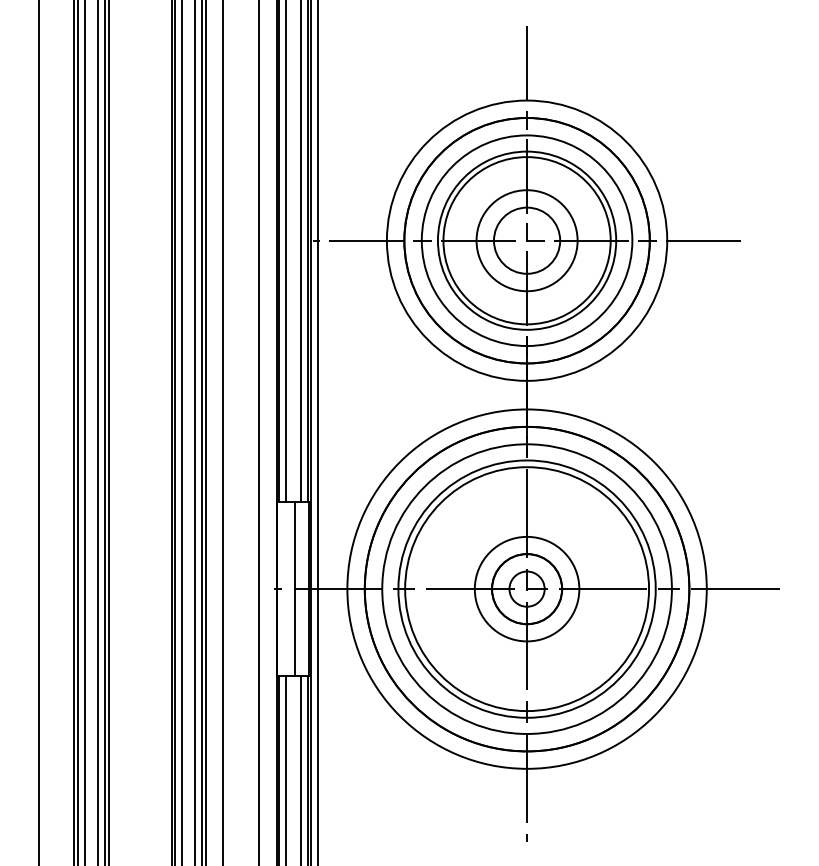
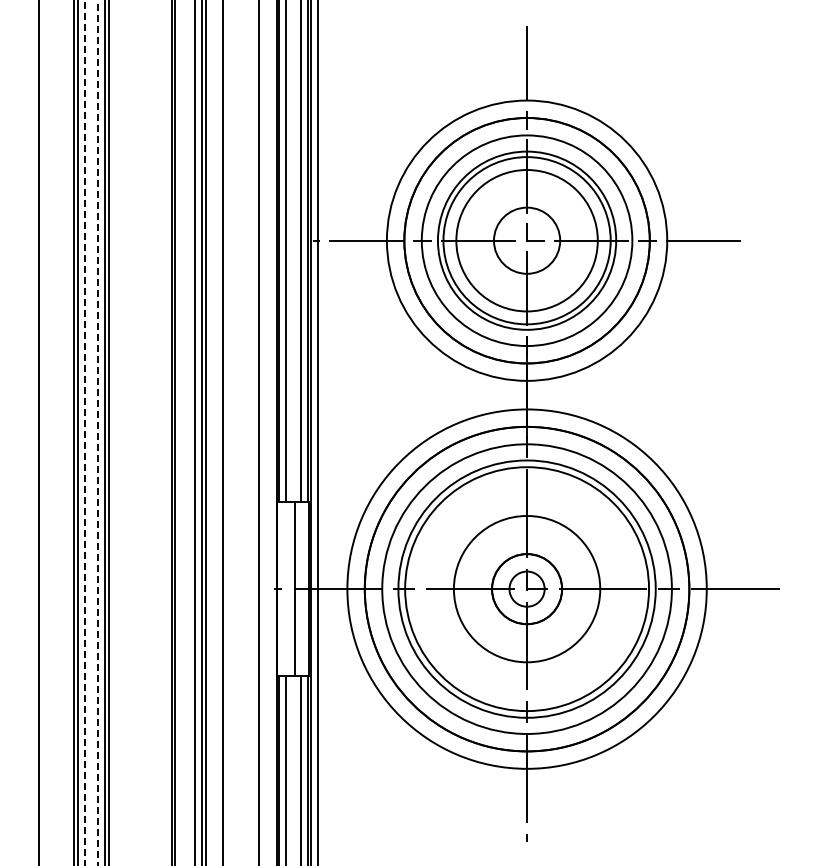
circle at (526, 240) diameter: 101 px -> 141 px
line at (85, 432): solid -> dashed
line at (98, 432): solid -> dashed
line at (182, 432): present -> none
circle at (526, 588) diameter: 105 px -> 146 px
